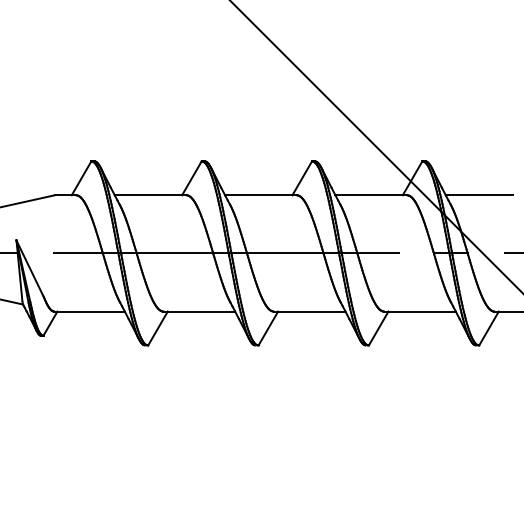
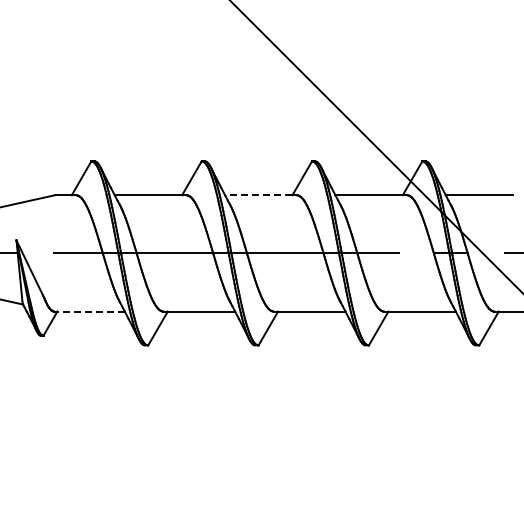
line at (258, 195): solid -> dashed
line at (91, 311): solid -> dashed
